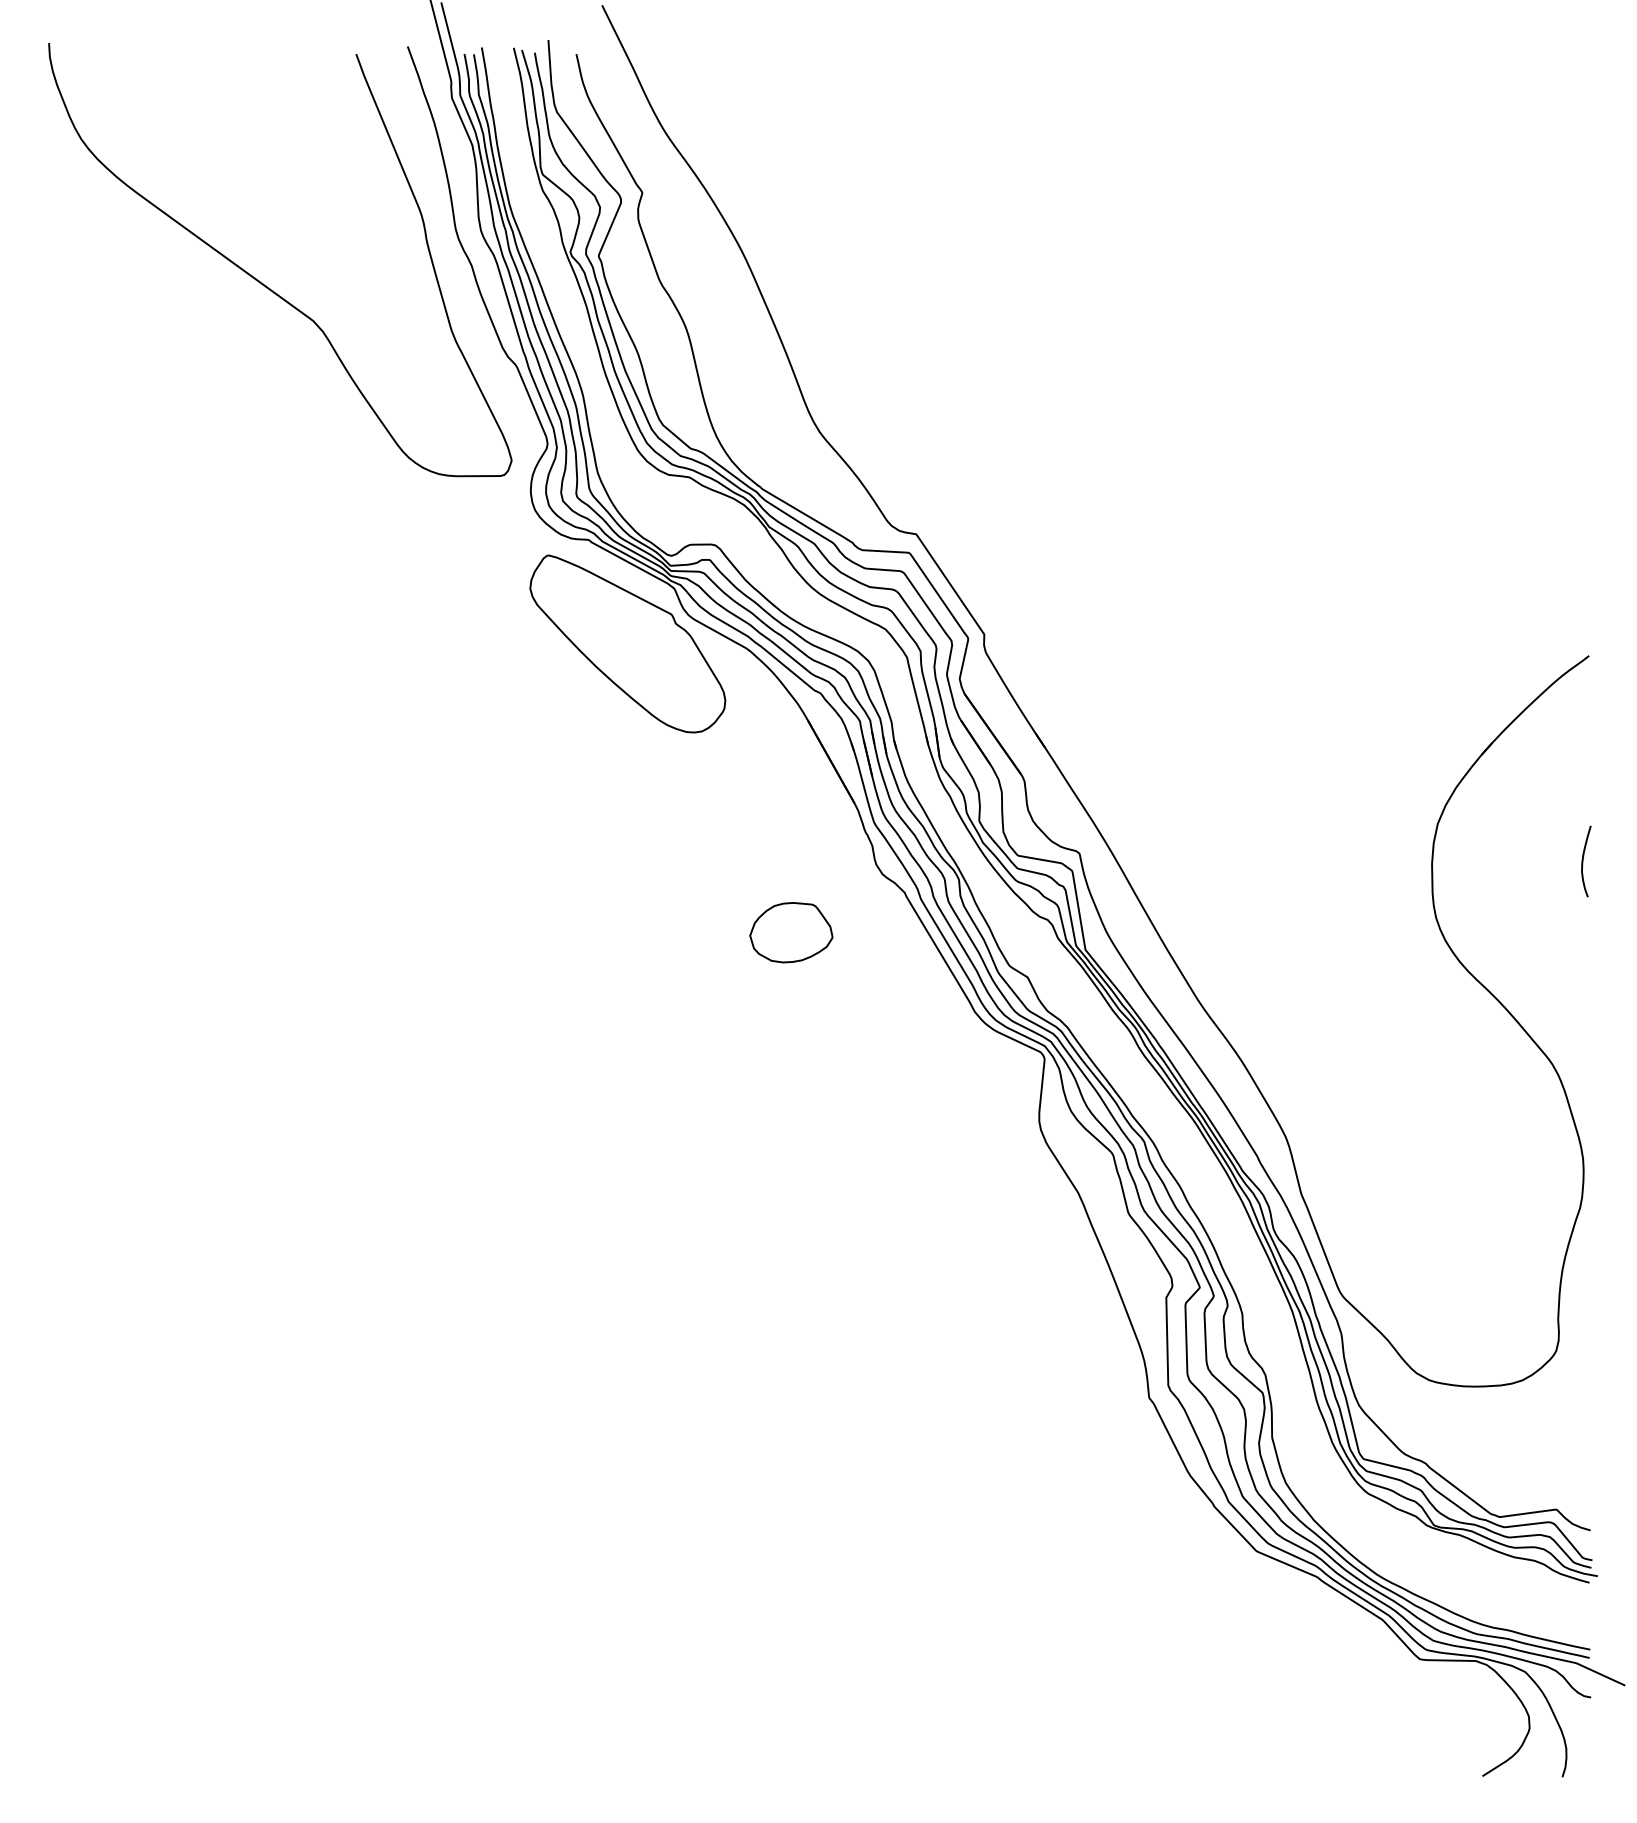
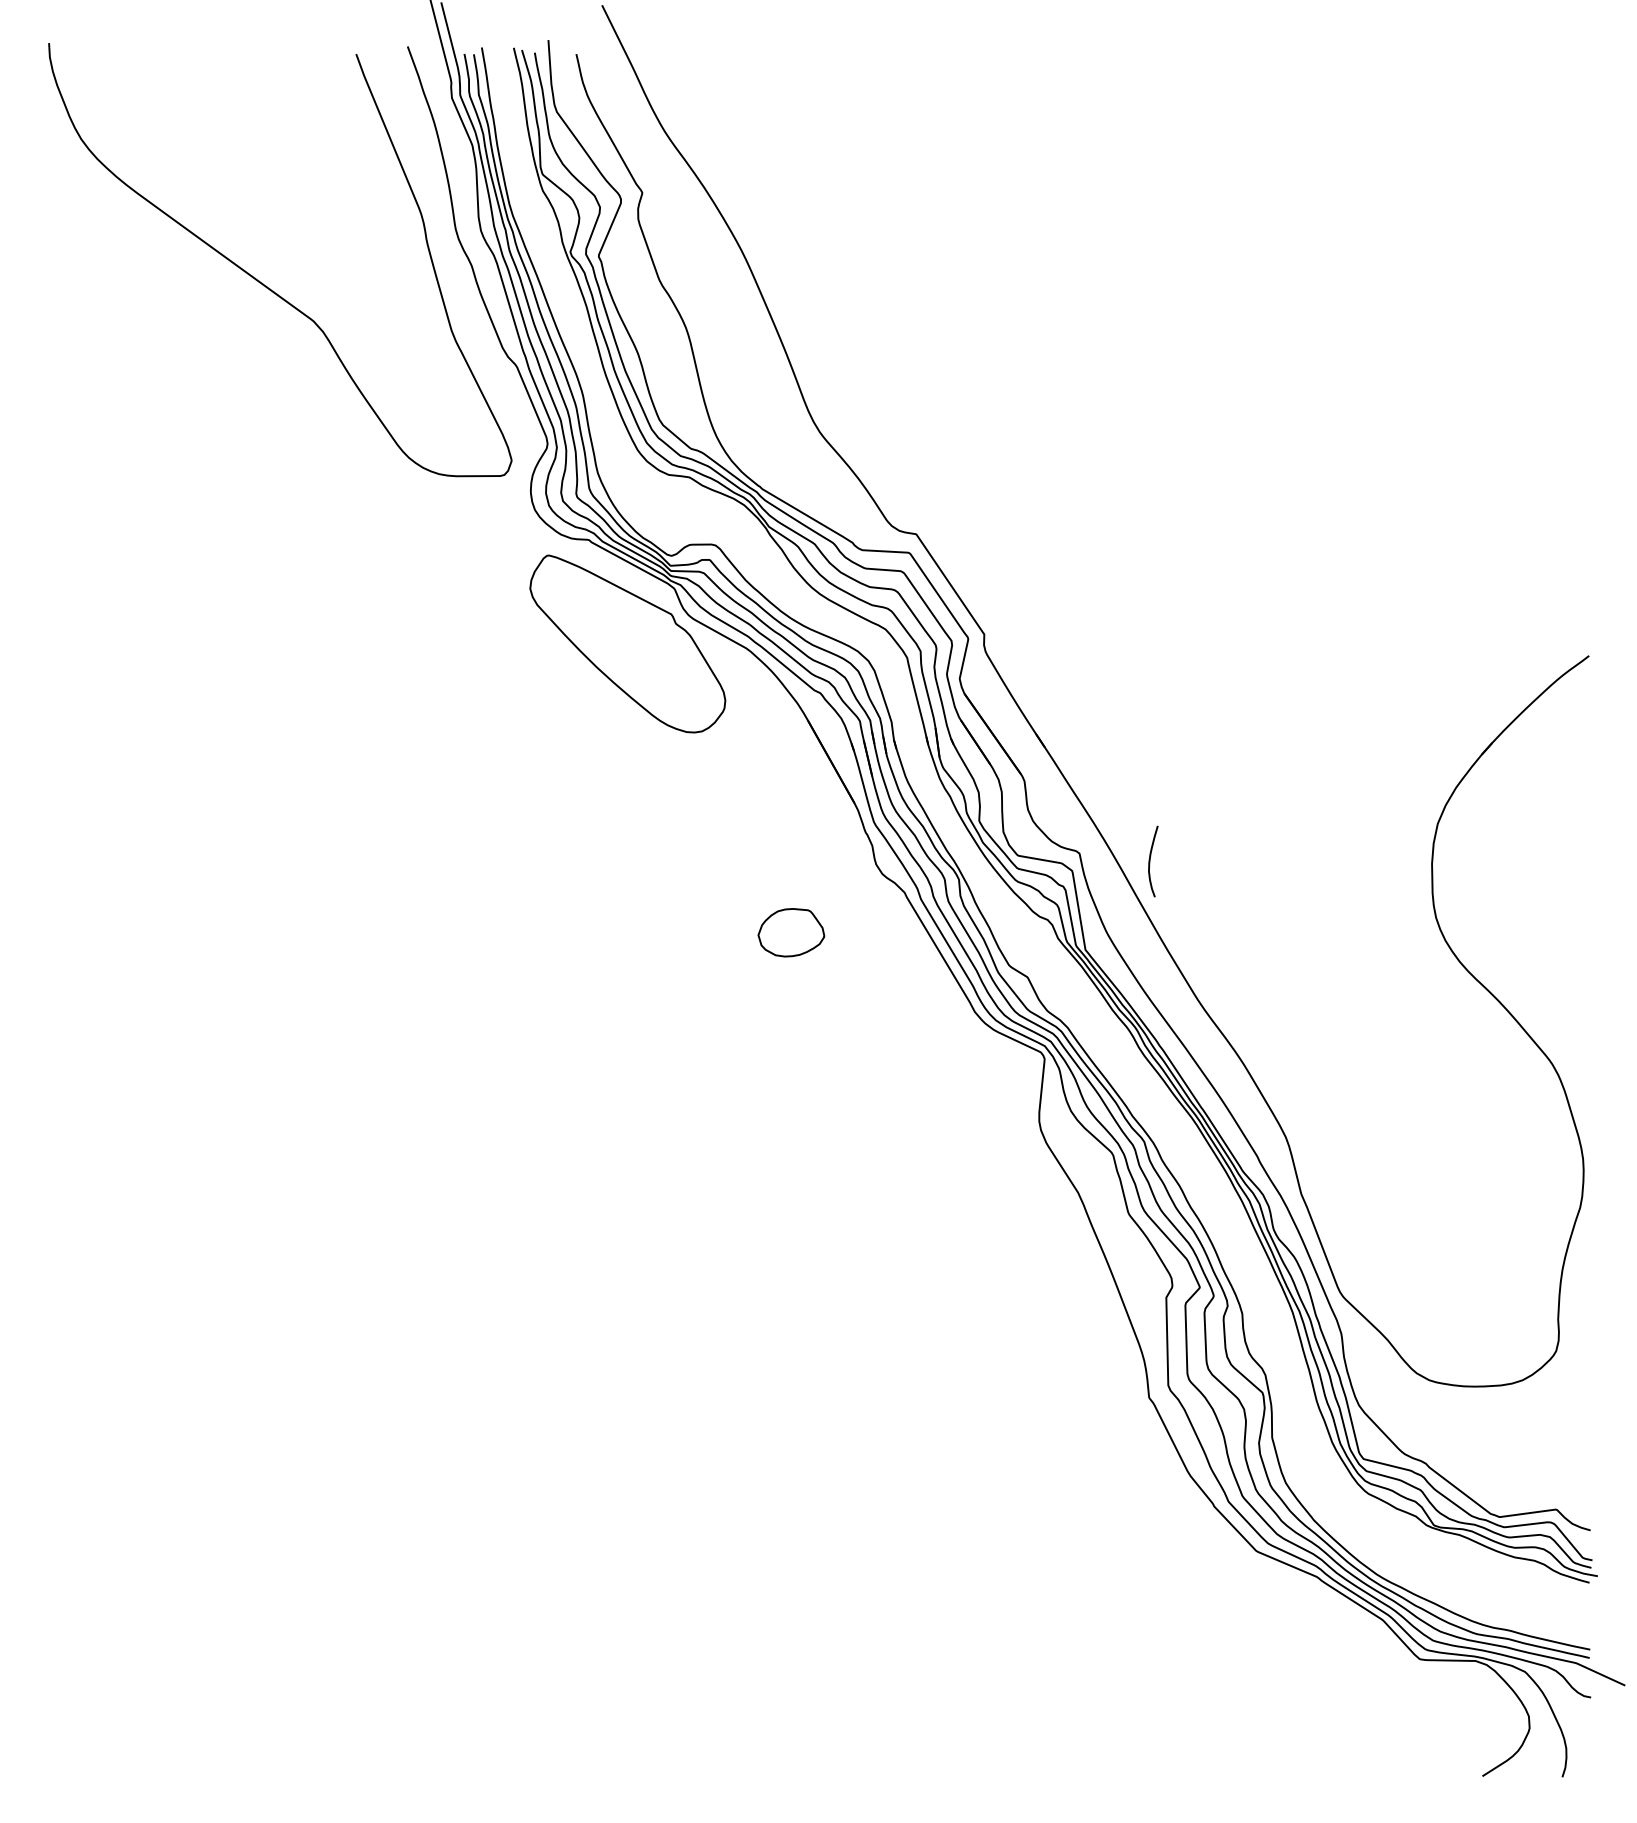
curve at (1583, 861) position: (1583, 861) -> (1150, 861)
part at (791, 932) size: 85x62 px -> 69x50 px
